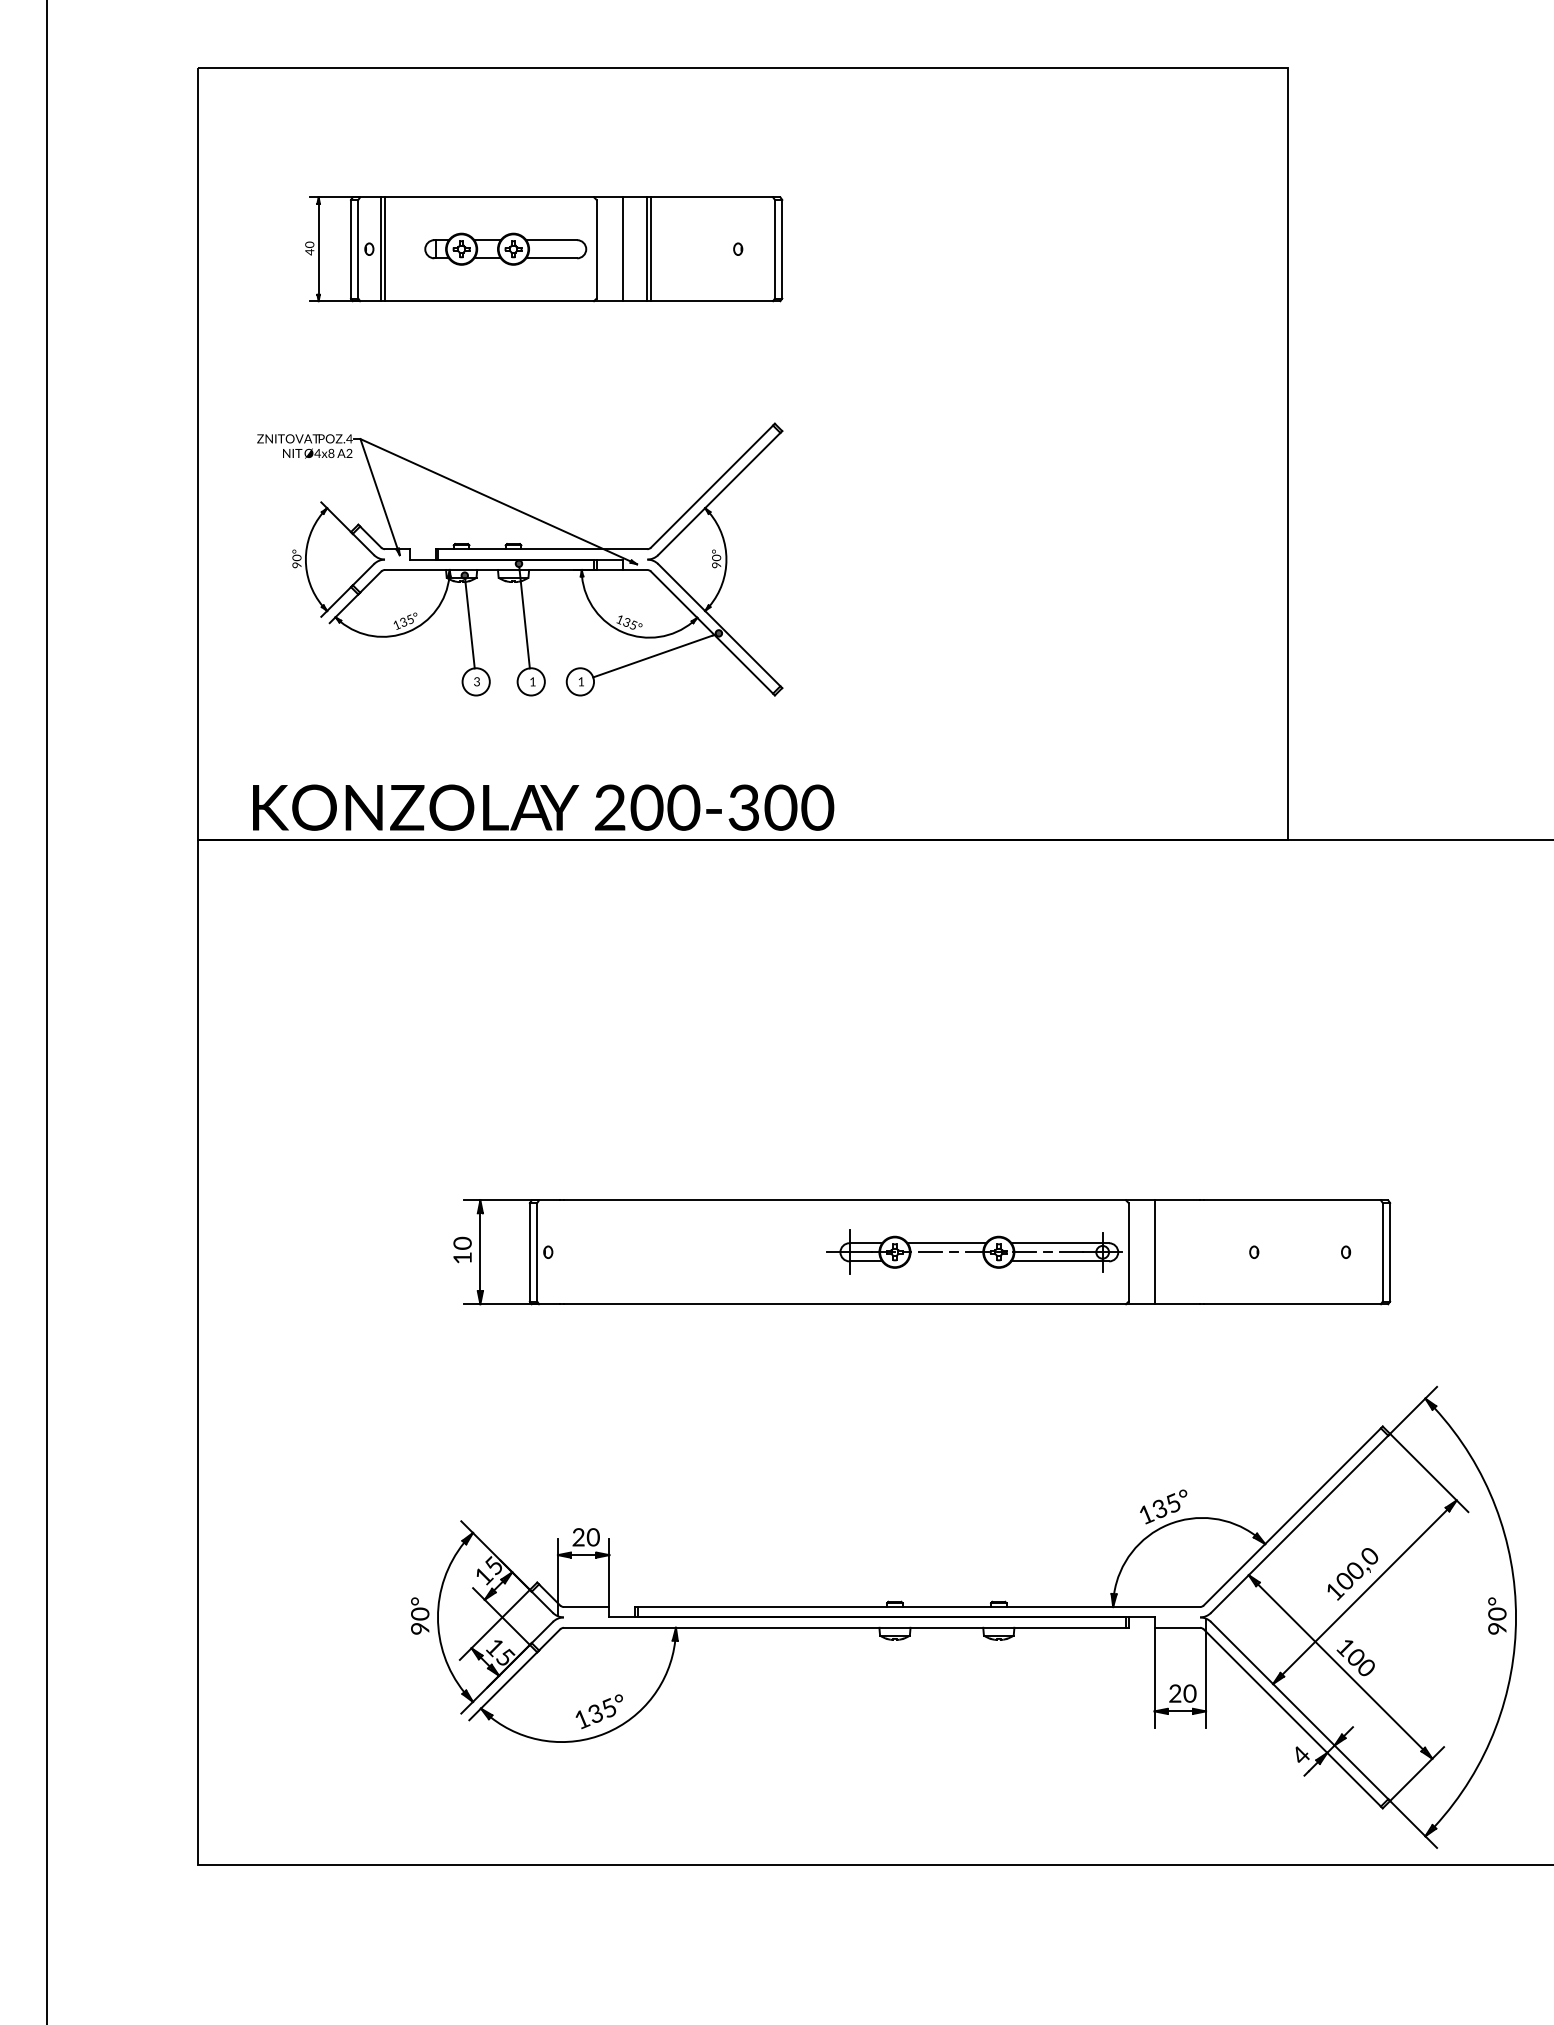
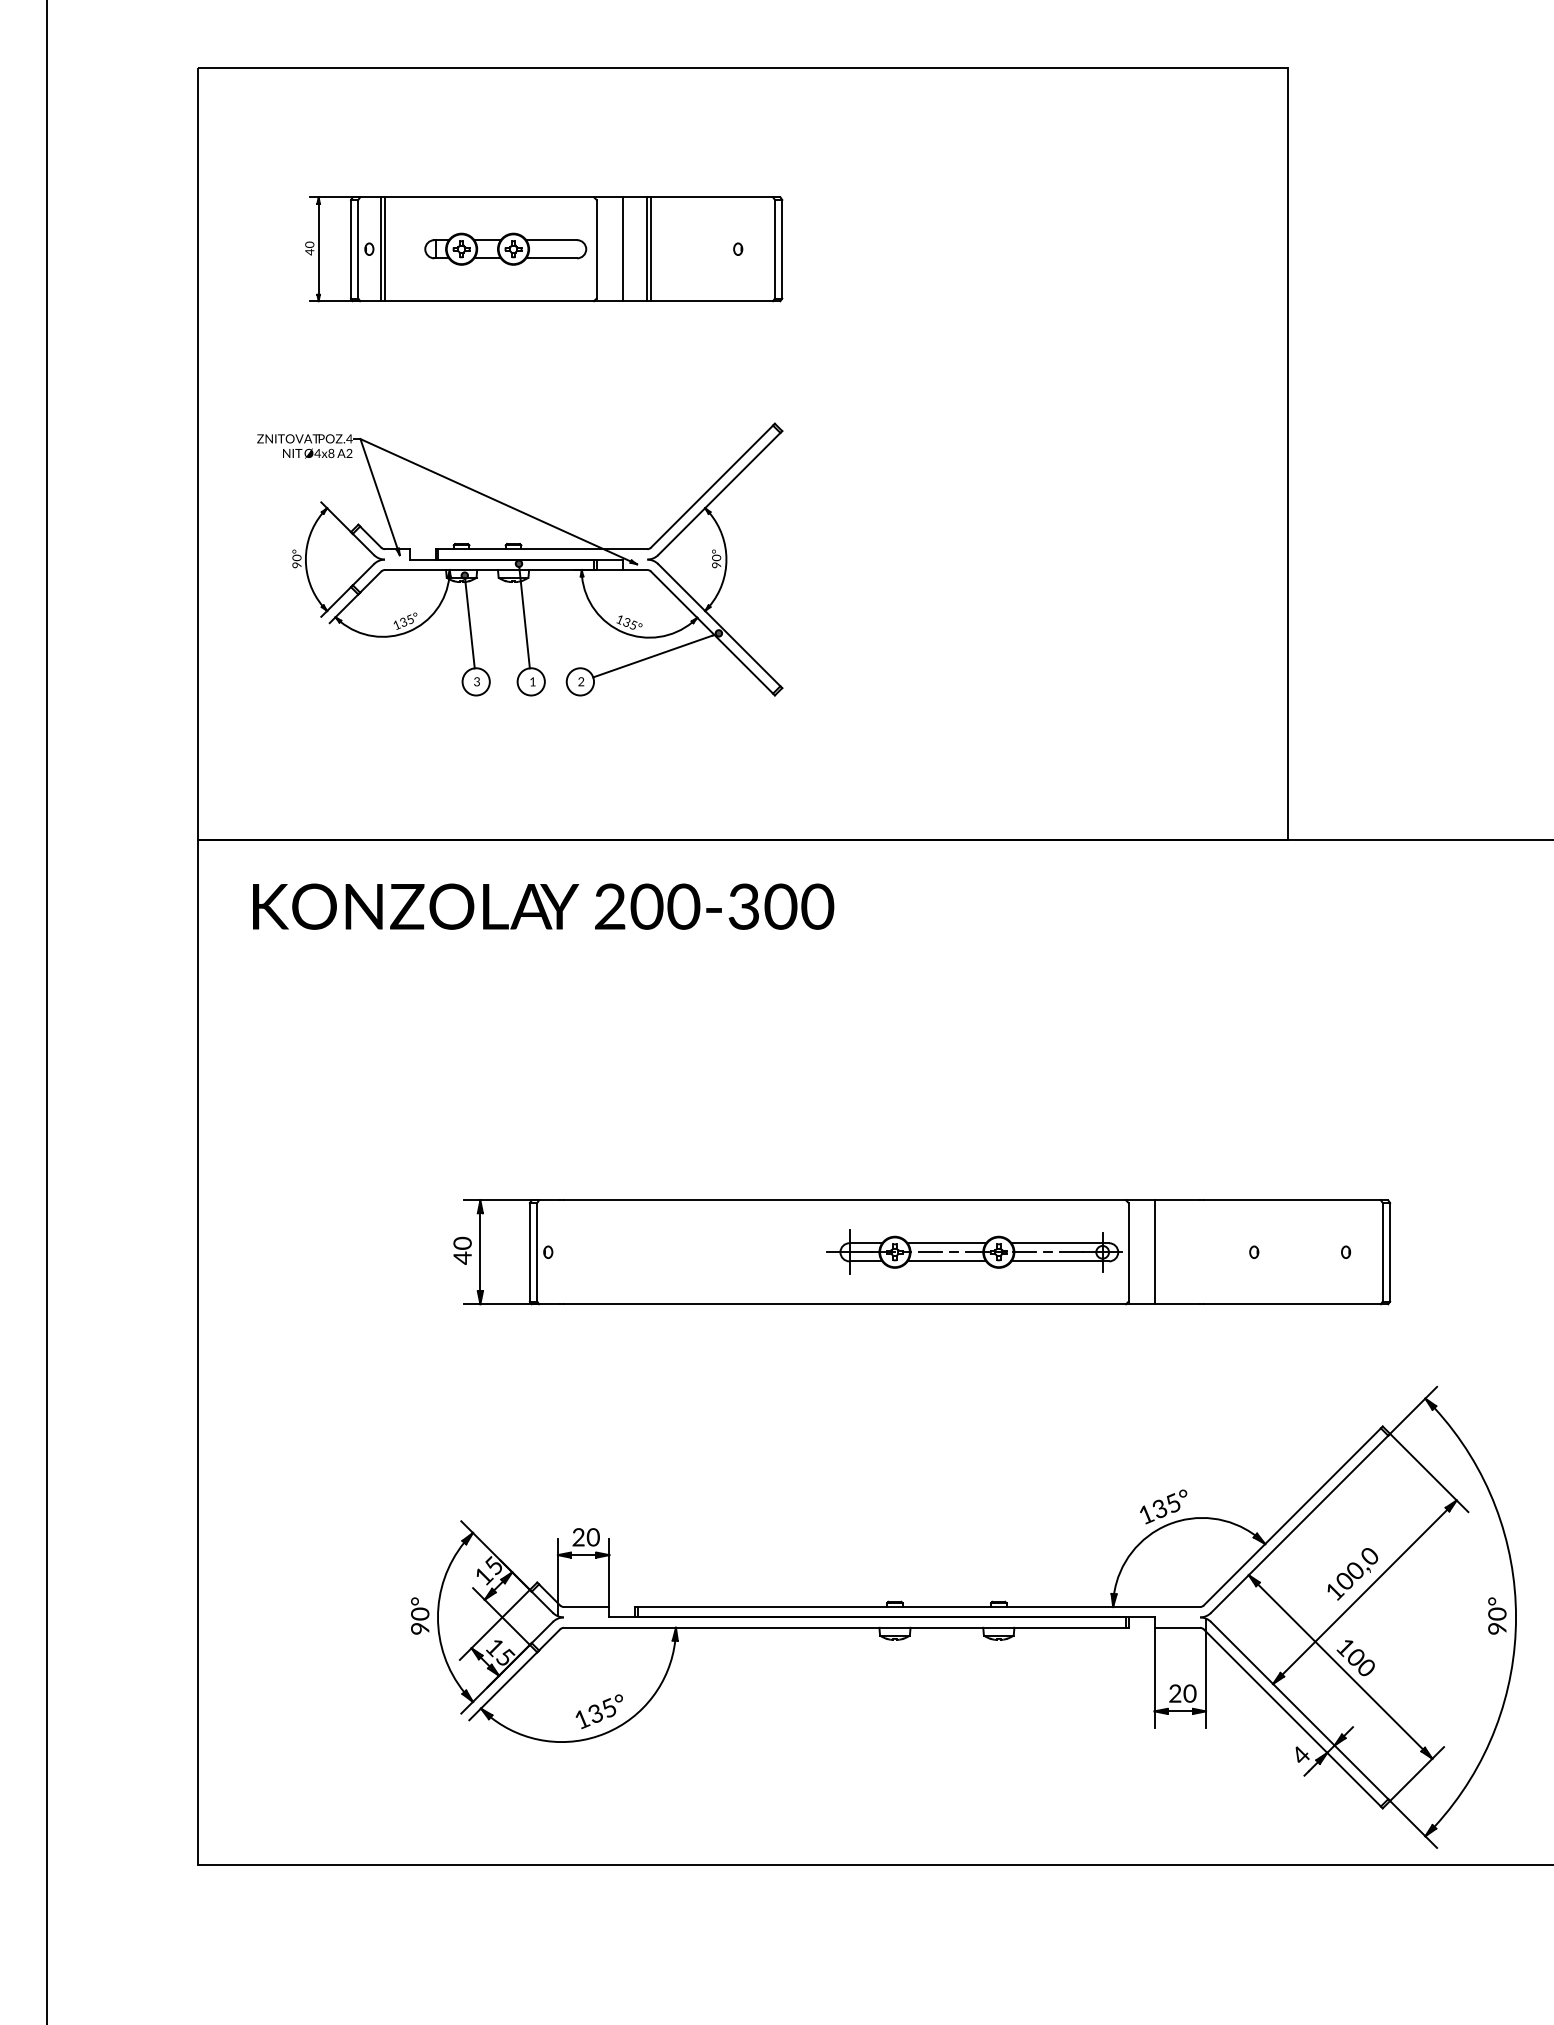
text at (581, 681): 1 -> 2
text at (543, 807) position: (543, 807) -> (543, 906)
text at (462, 1258): 10 -> 40
line at (946, 1261): none -> present
